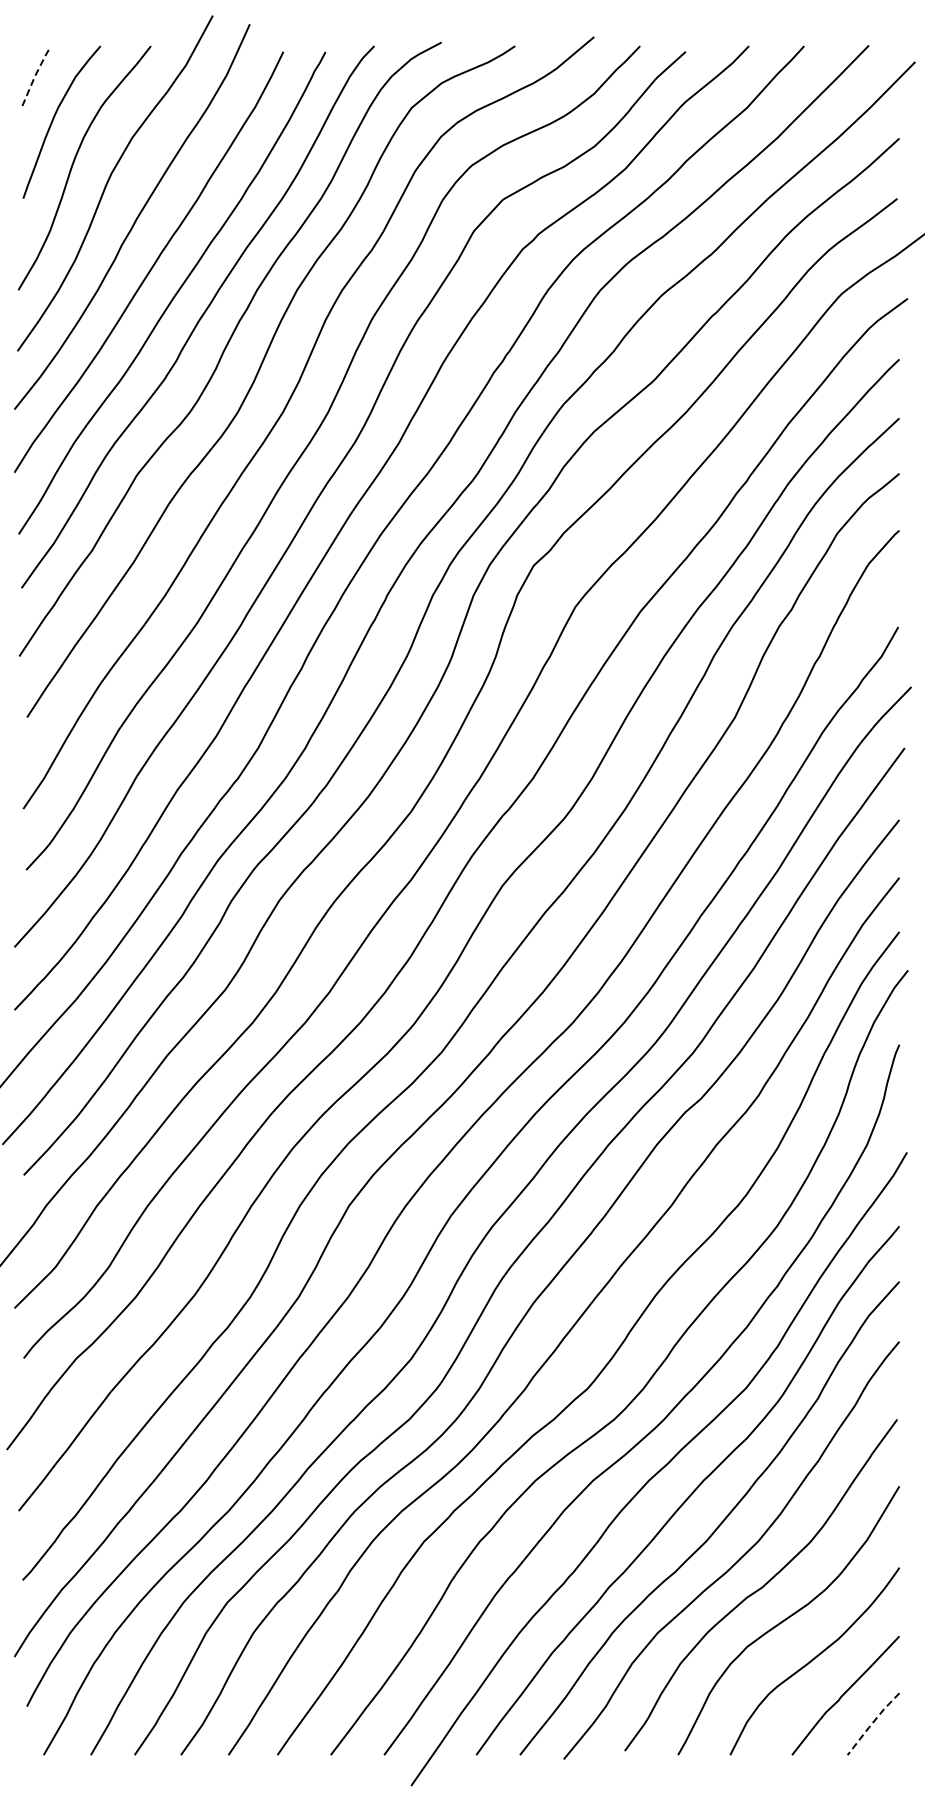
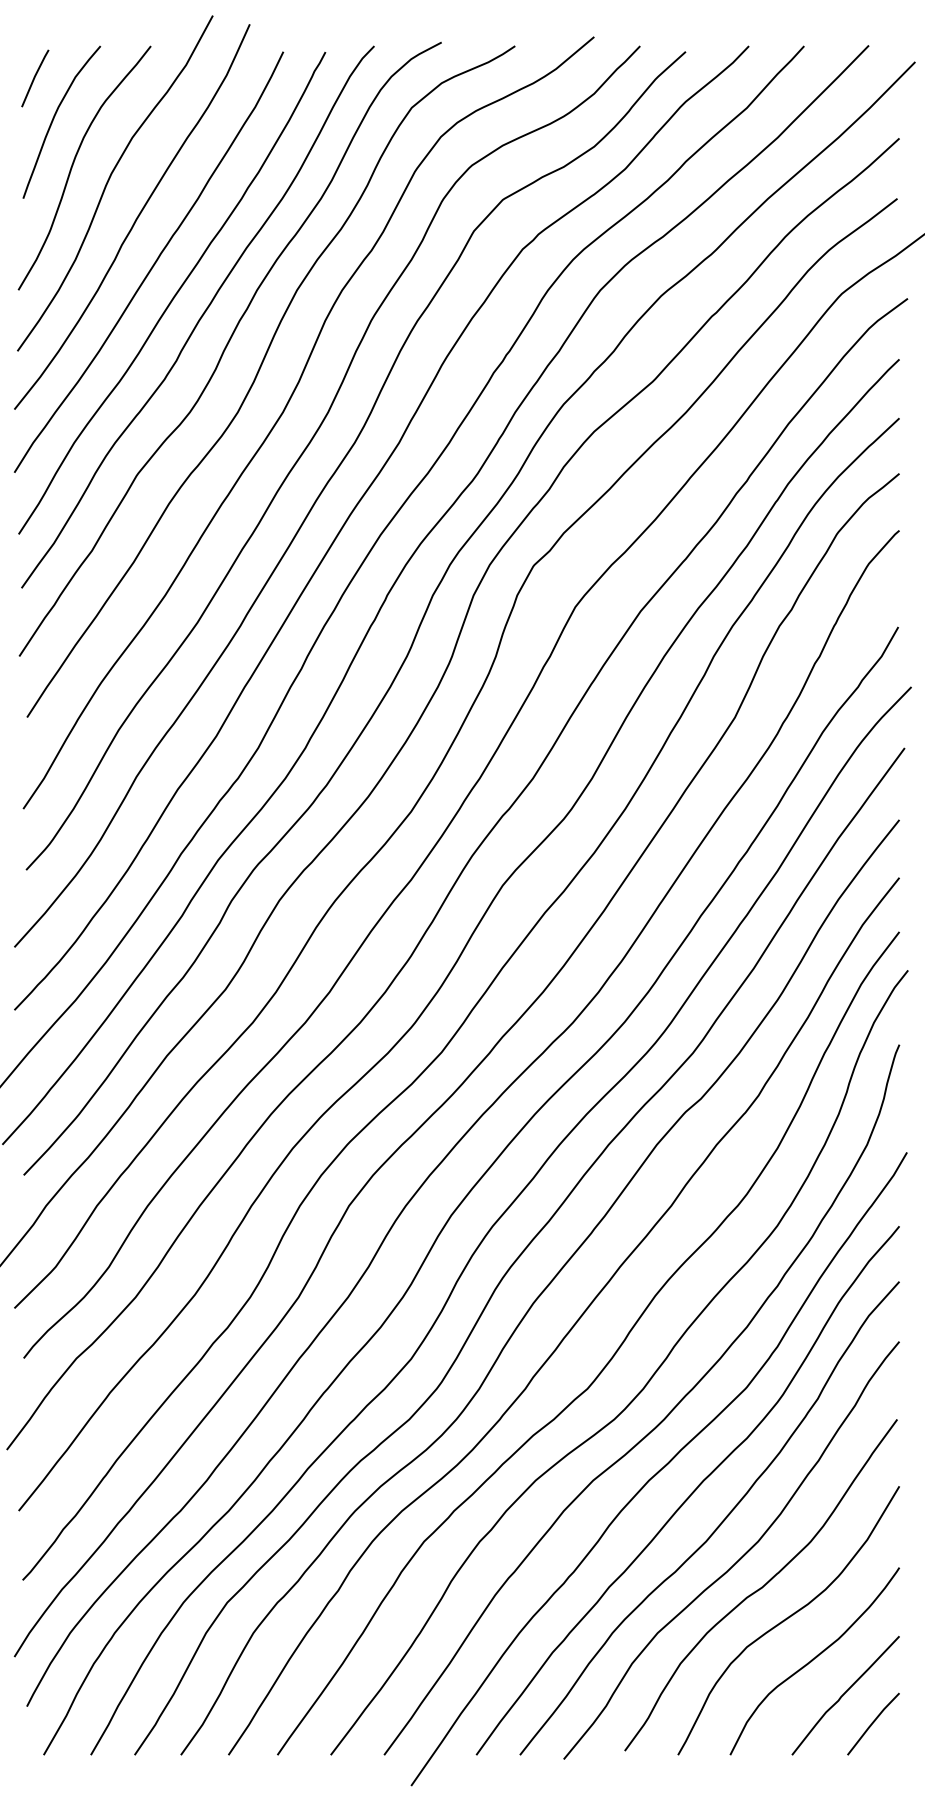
line at (34, 77): dashed -> solid
line at (872, 1722): dashed -> solid
